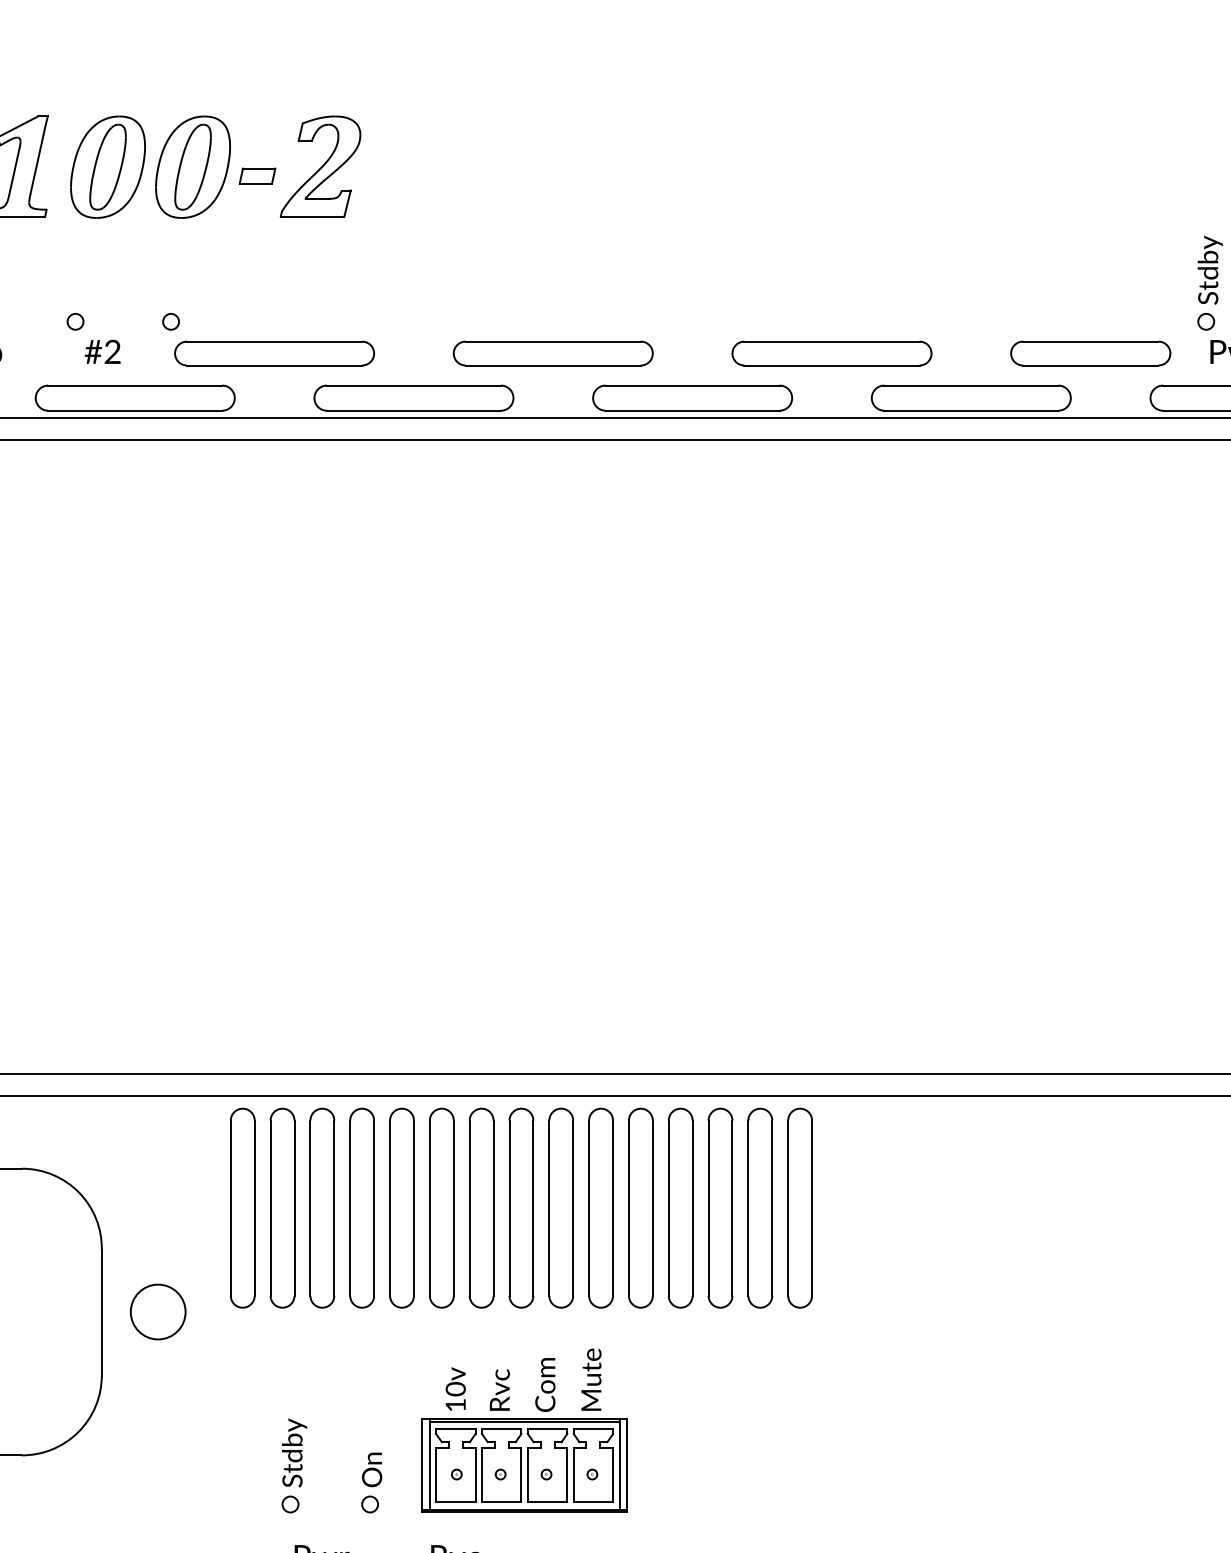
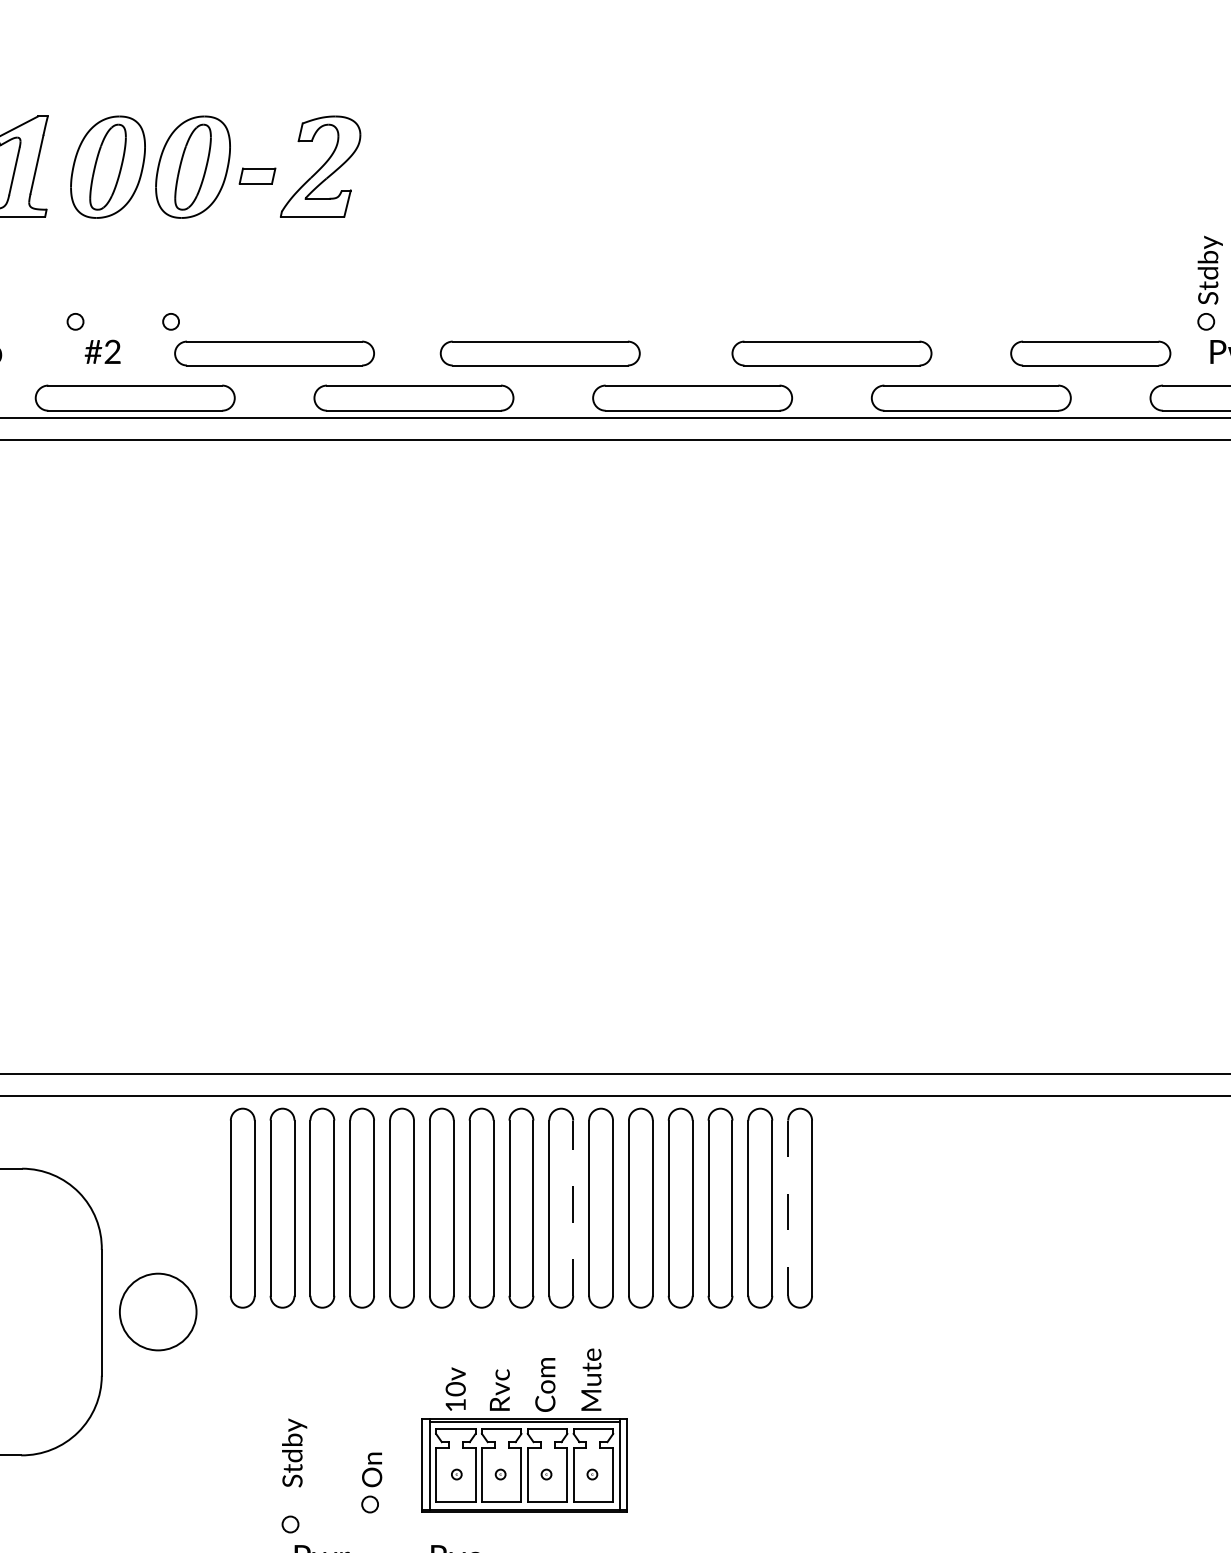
part at (552, 353) position: (552, 353) -> (539, 353)
line at (573, 1208): solid -> dashed
line at (788, 1208): solid -> dashed
circle at (157, 1311) diameter: 55 px -> 77 px
circle at (290, 1504) position: (290, 1504) -> (290, 1524)
